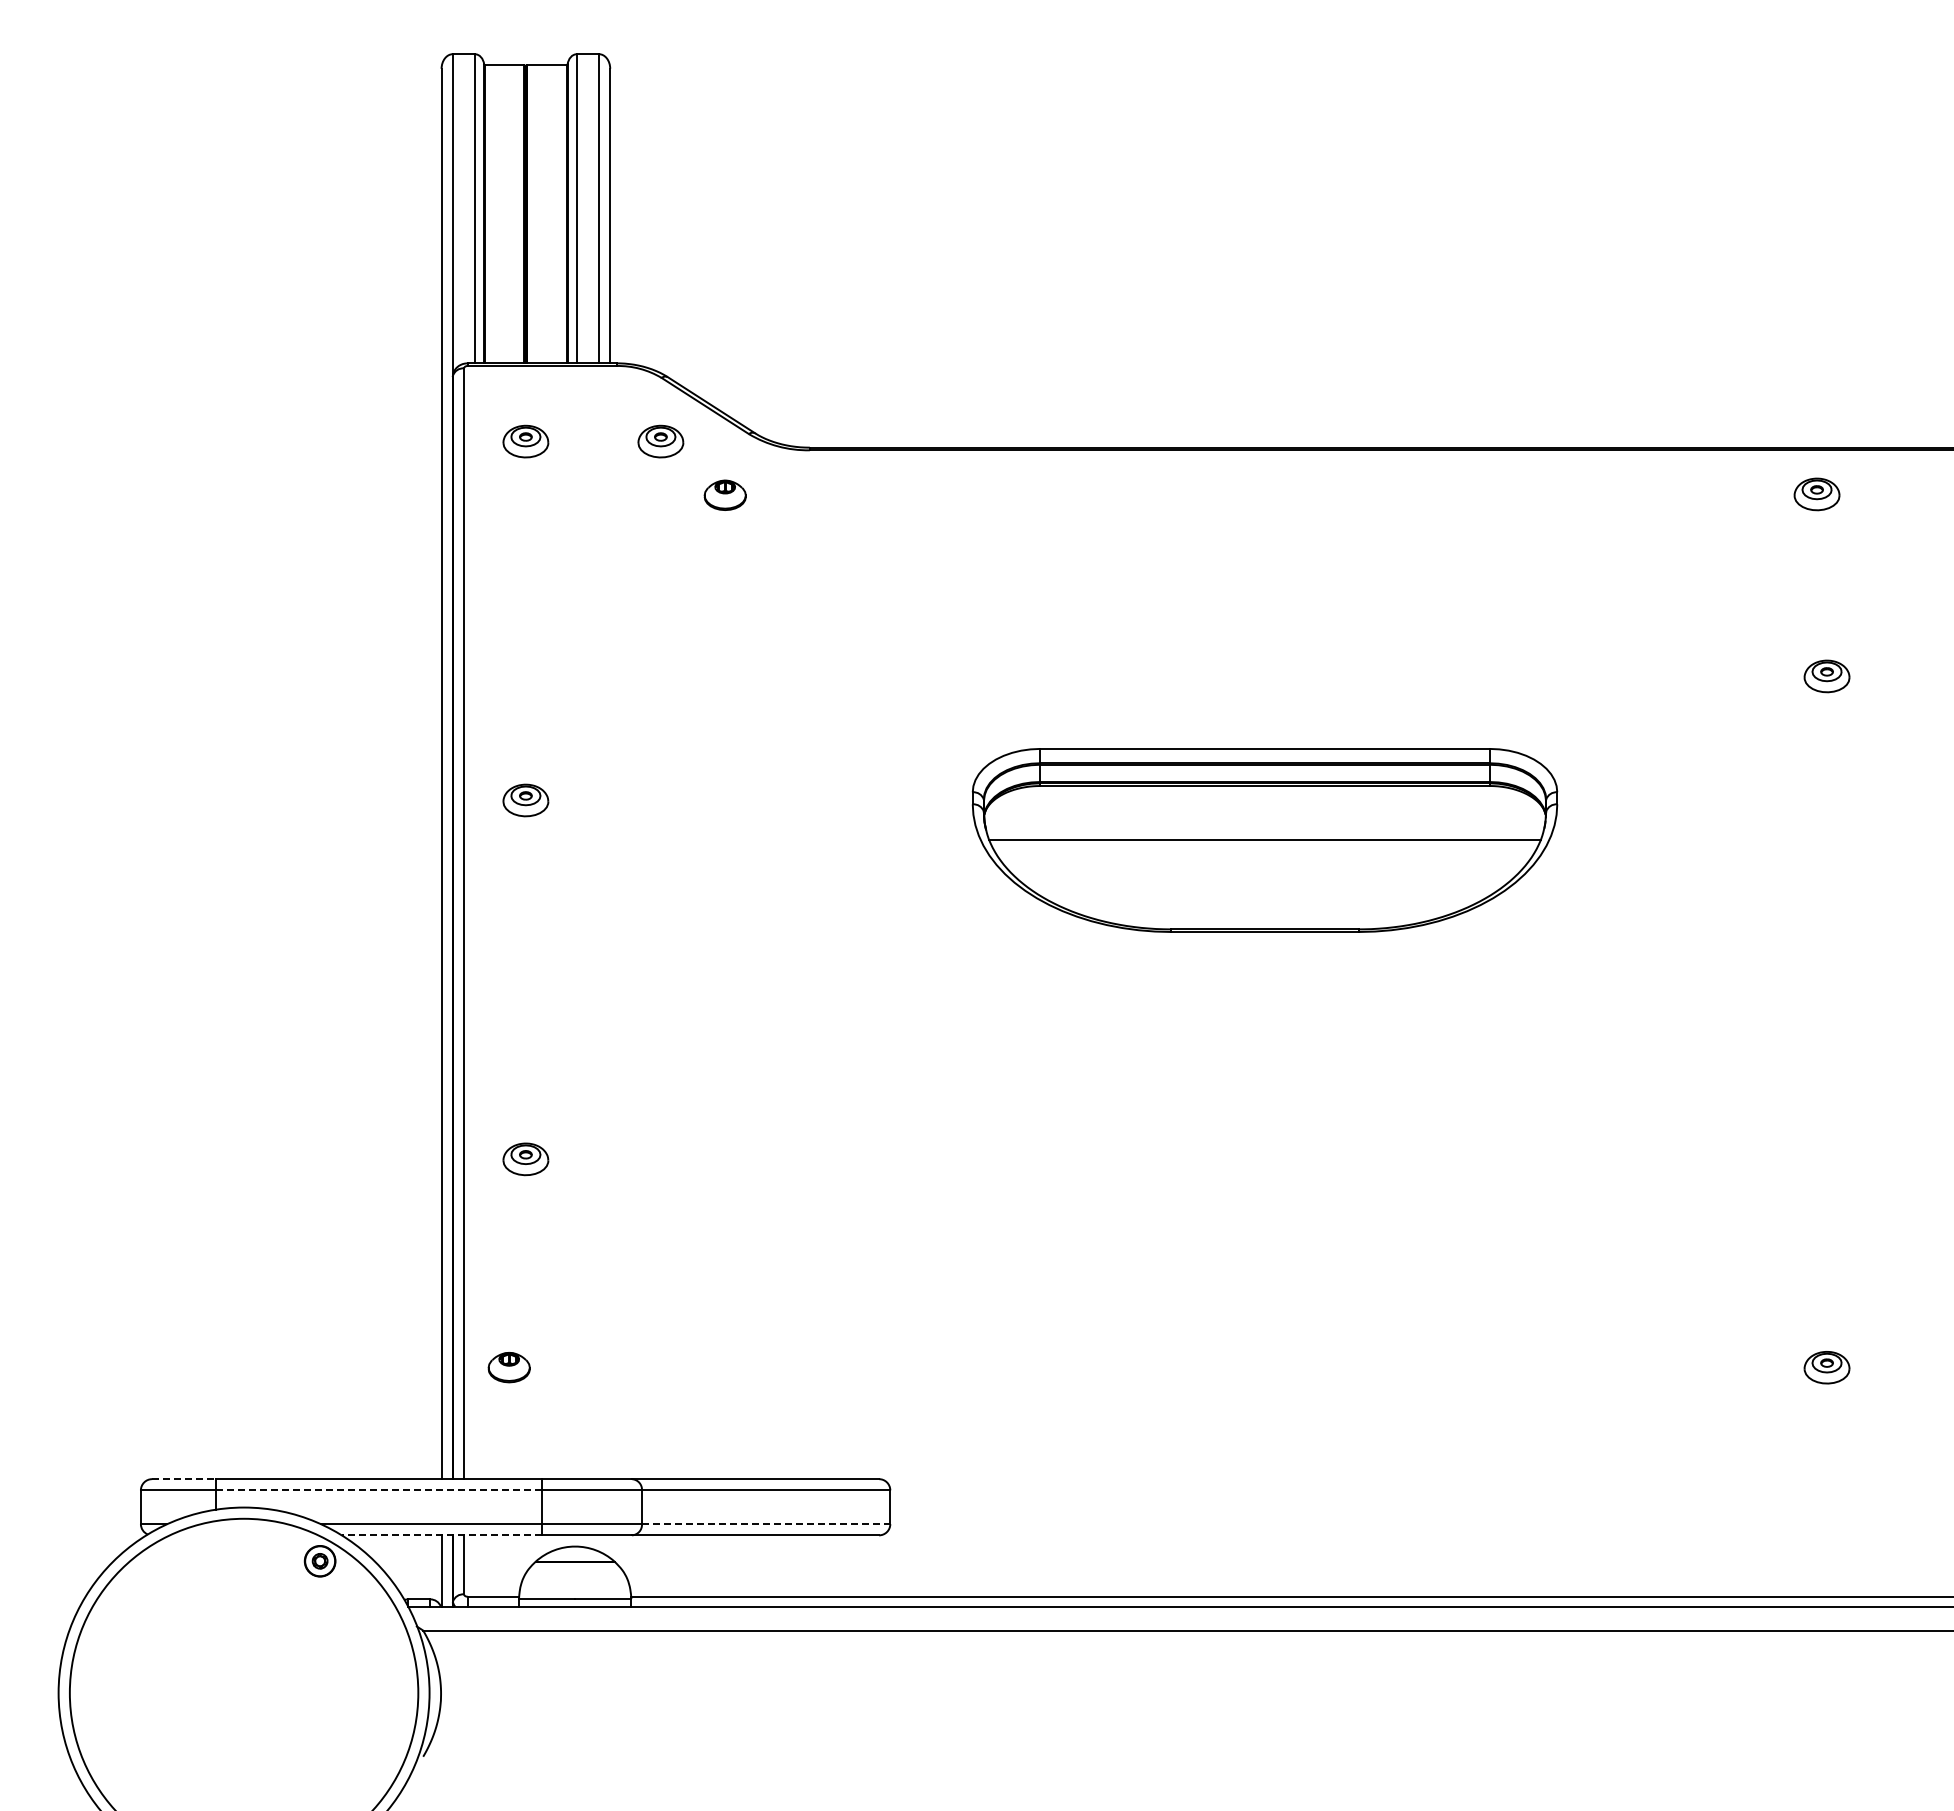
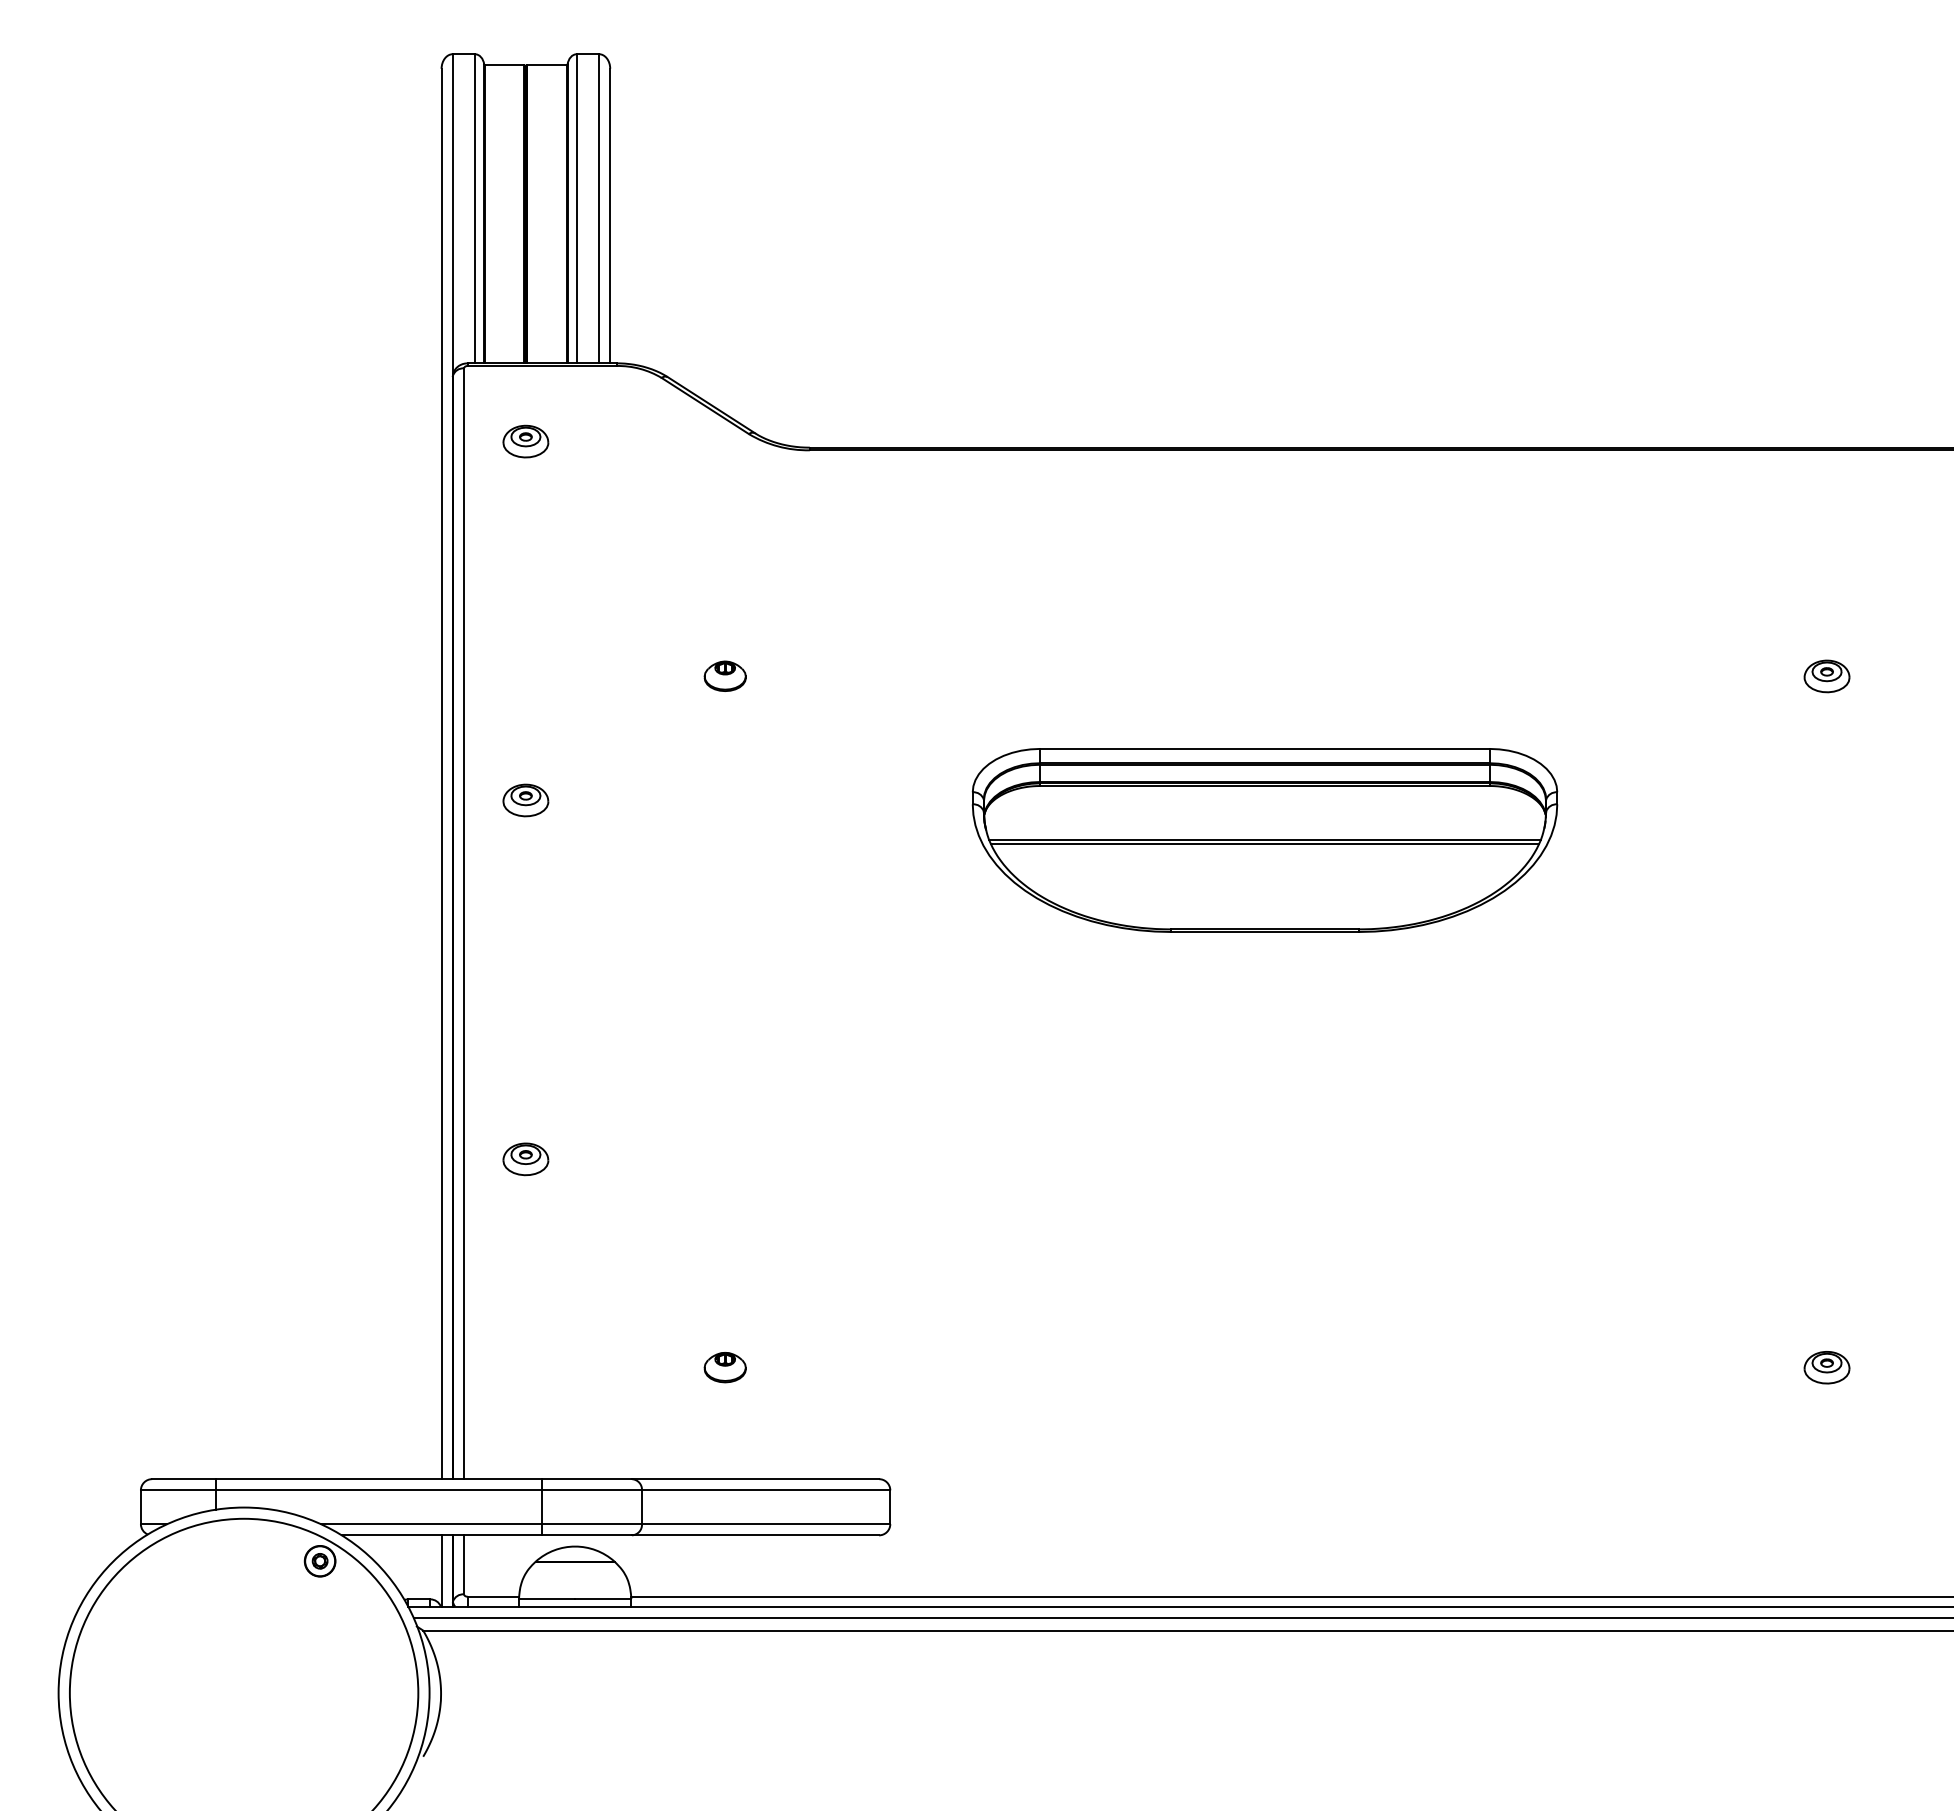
part at (660, 441): present -> none
part at (724, 494) position: (724, 494) -> (724, 675)
part at (1816, 494): present -> none
line at (1264, 843): none -> present
part at (508, 1367) position: (508, 1367) -> (724, 1367)
line at (183, 1479): dashed -> solid
line at (378, 1490): dashed -> solid
line at (766, 1524): dashed -> solid
line at (441, 1535): dashed -> solid
line at (1181, 1617): none -> present
